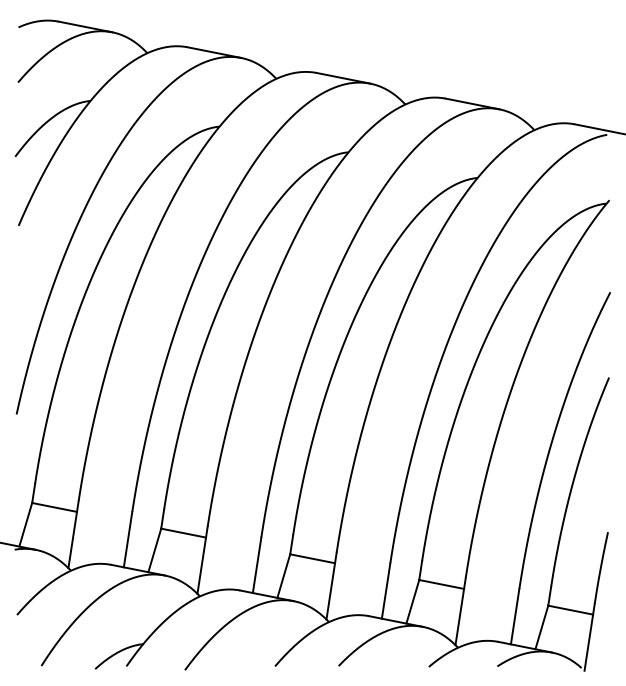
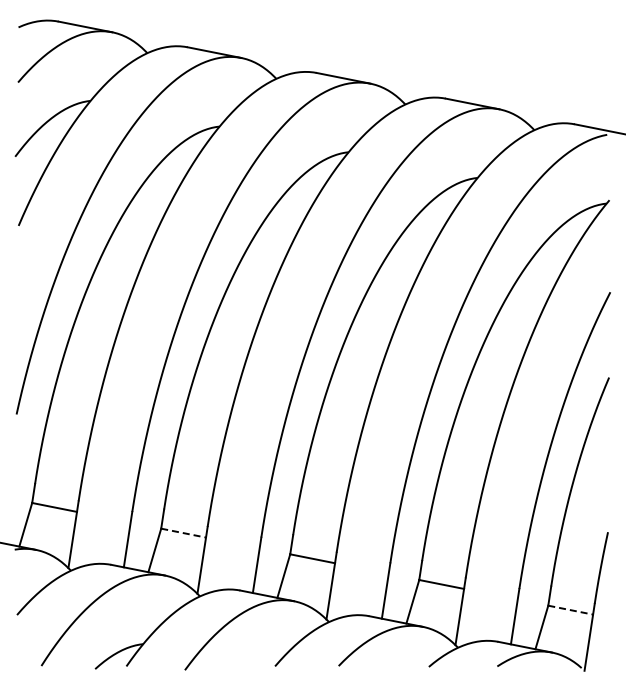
line at (183, 533): solid -> dashed
line at (570, 610): solid -> dashed
